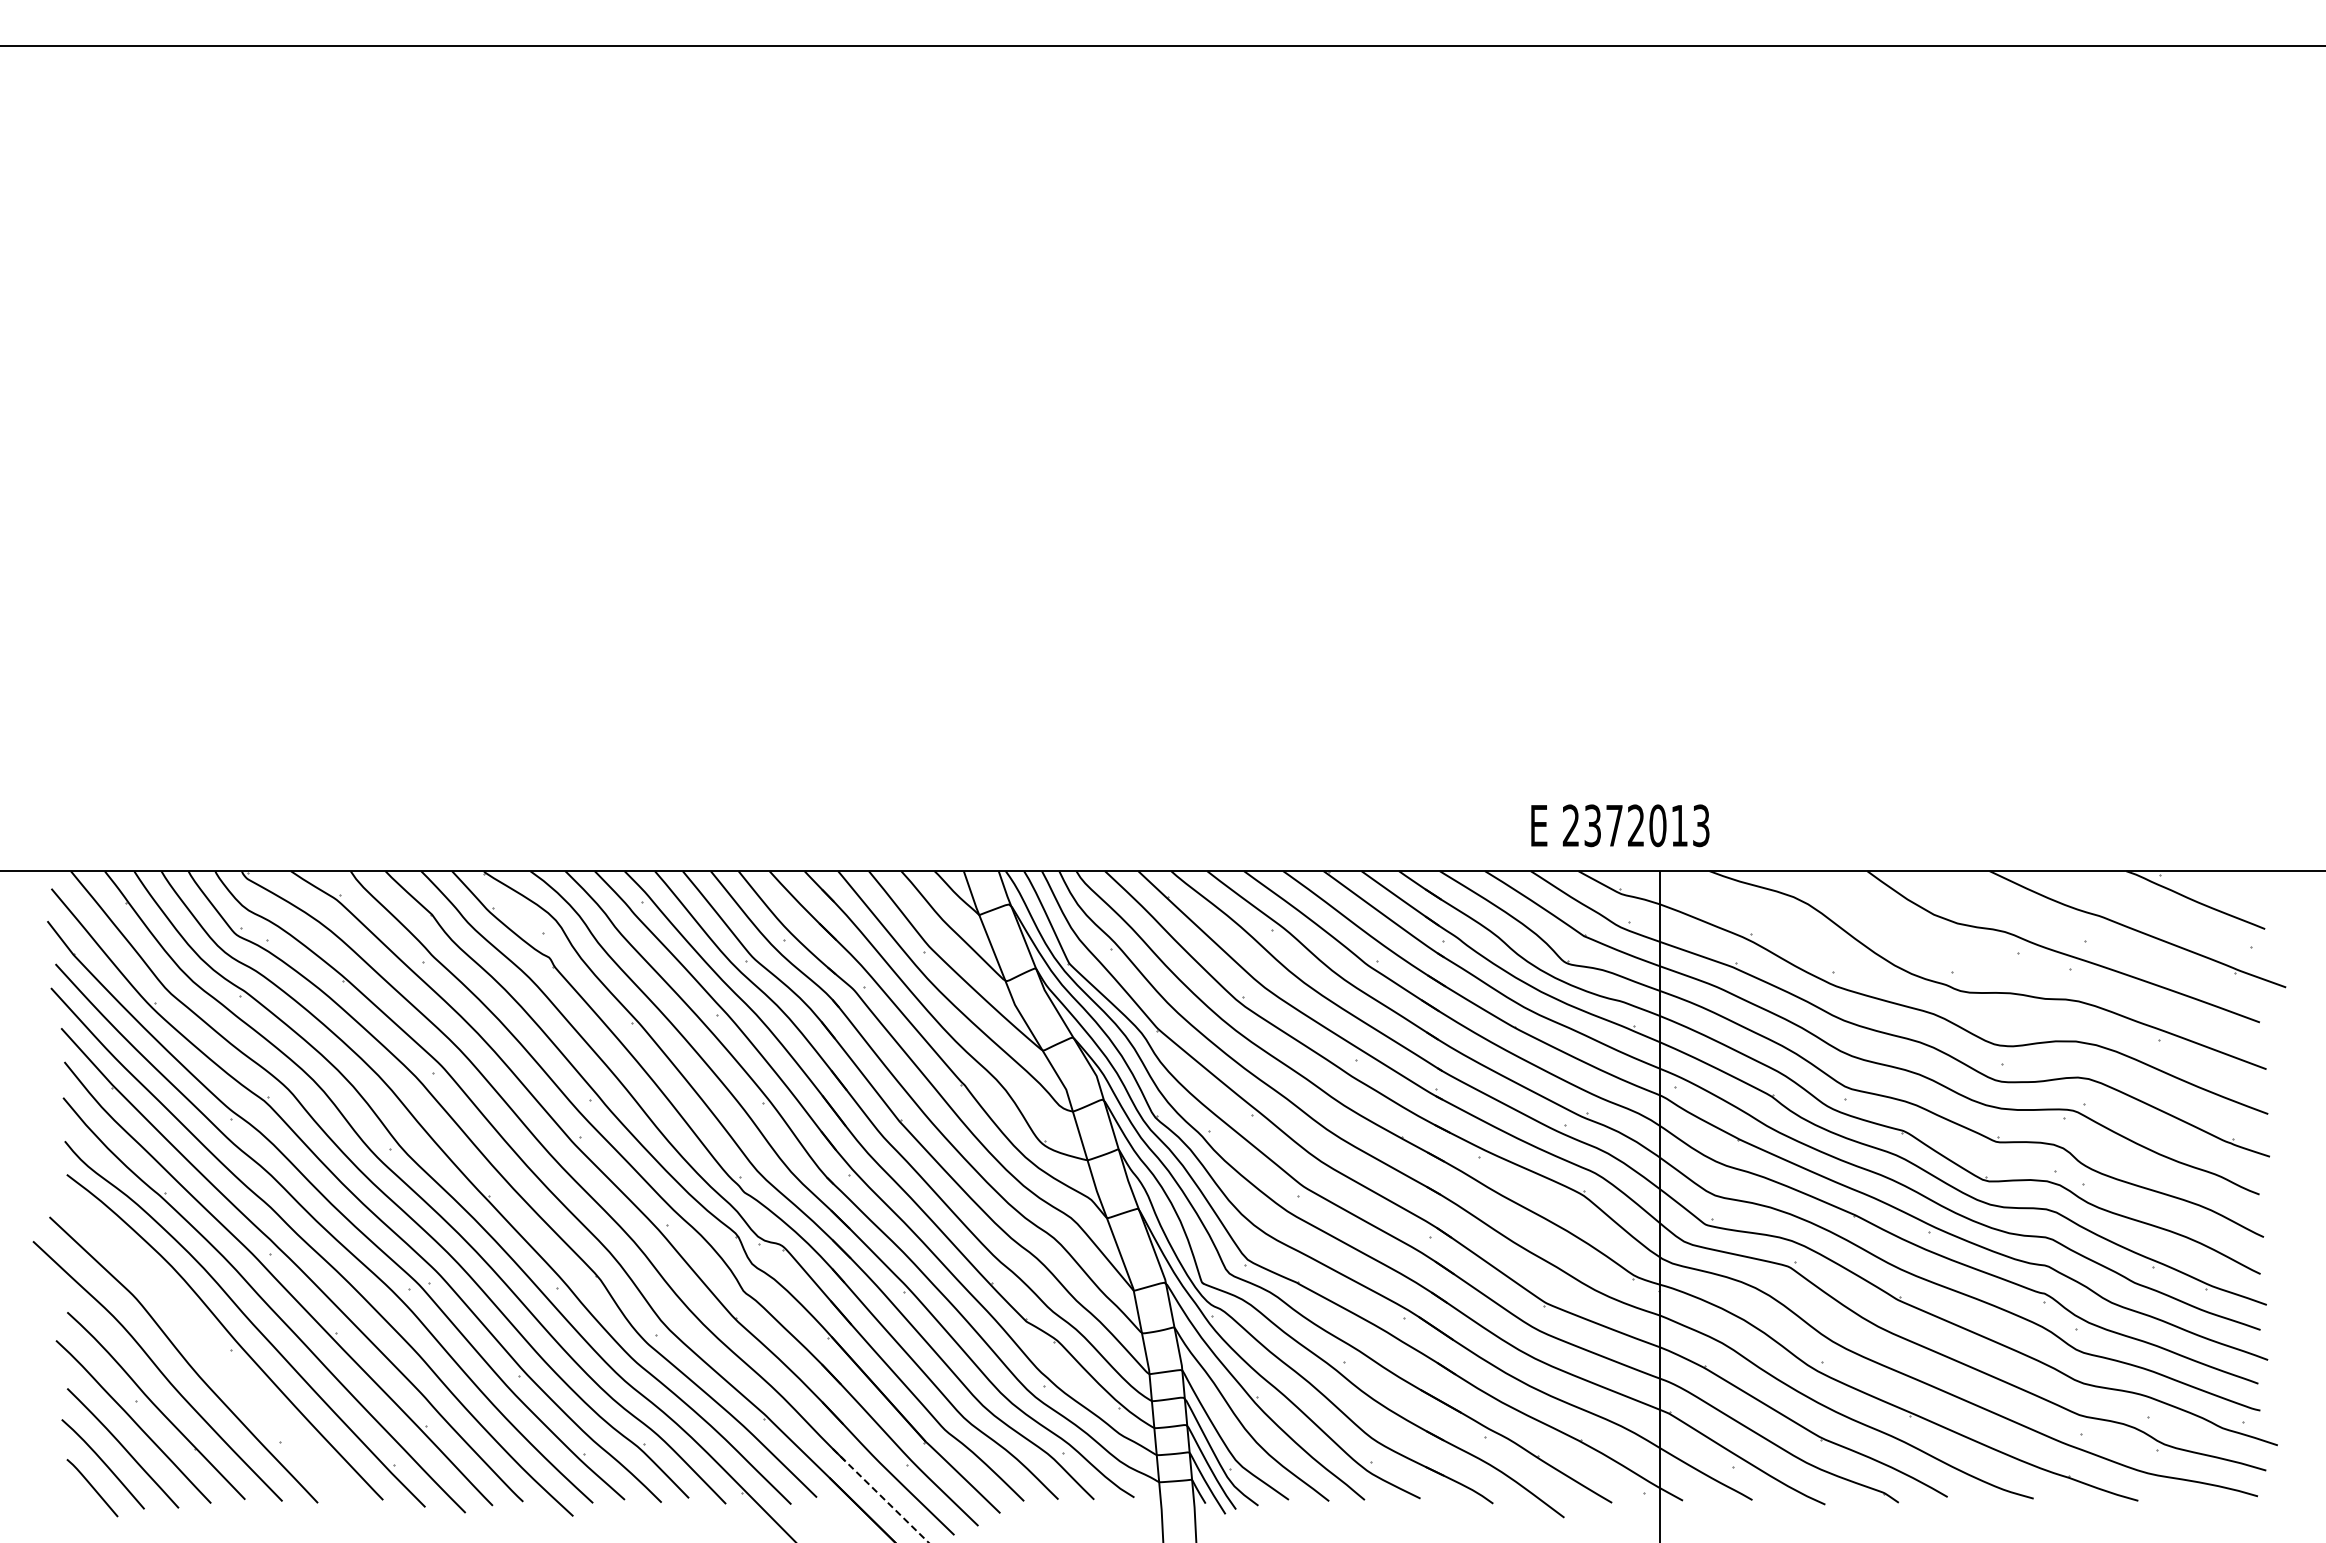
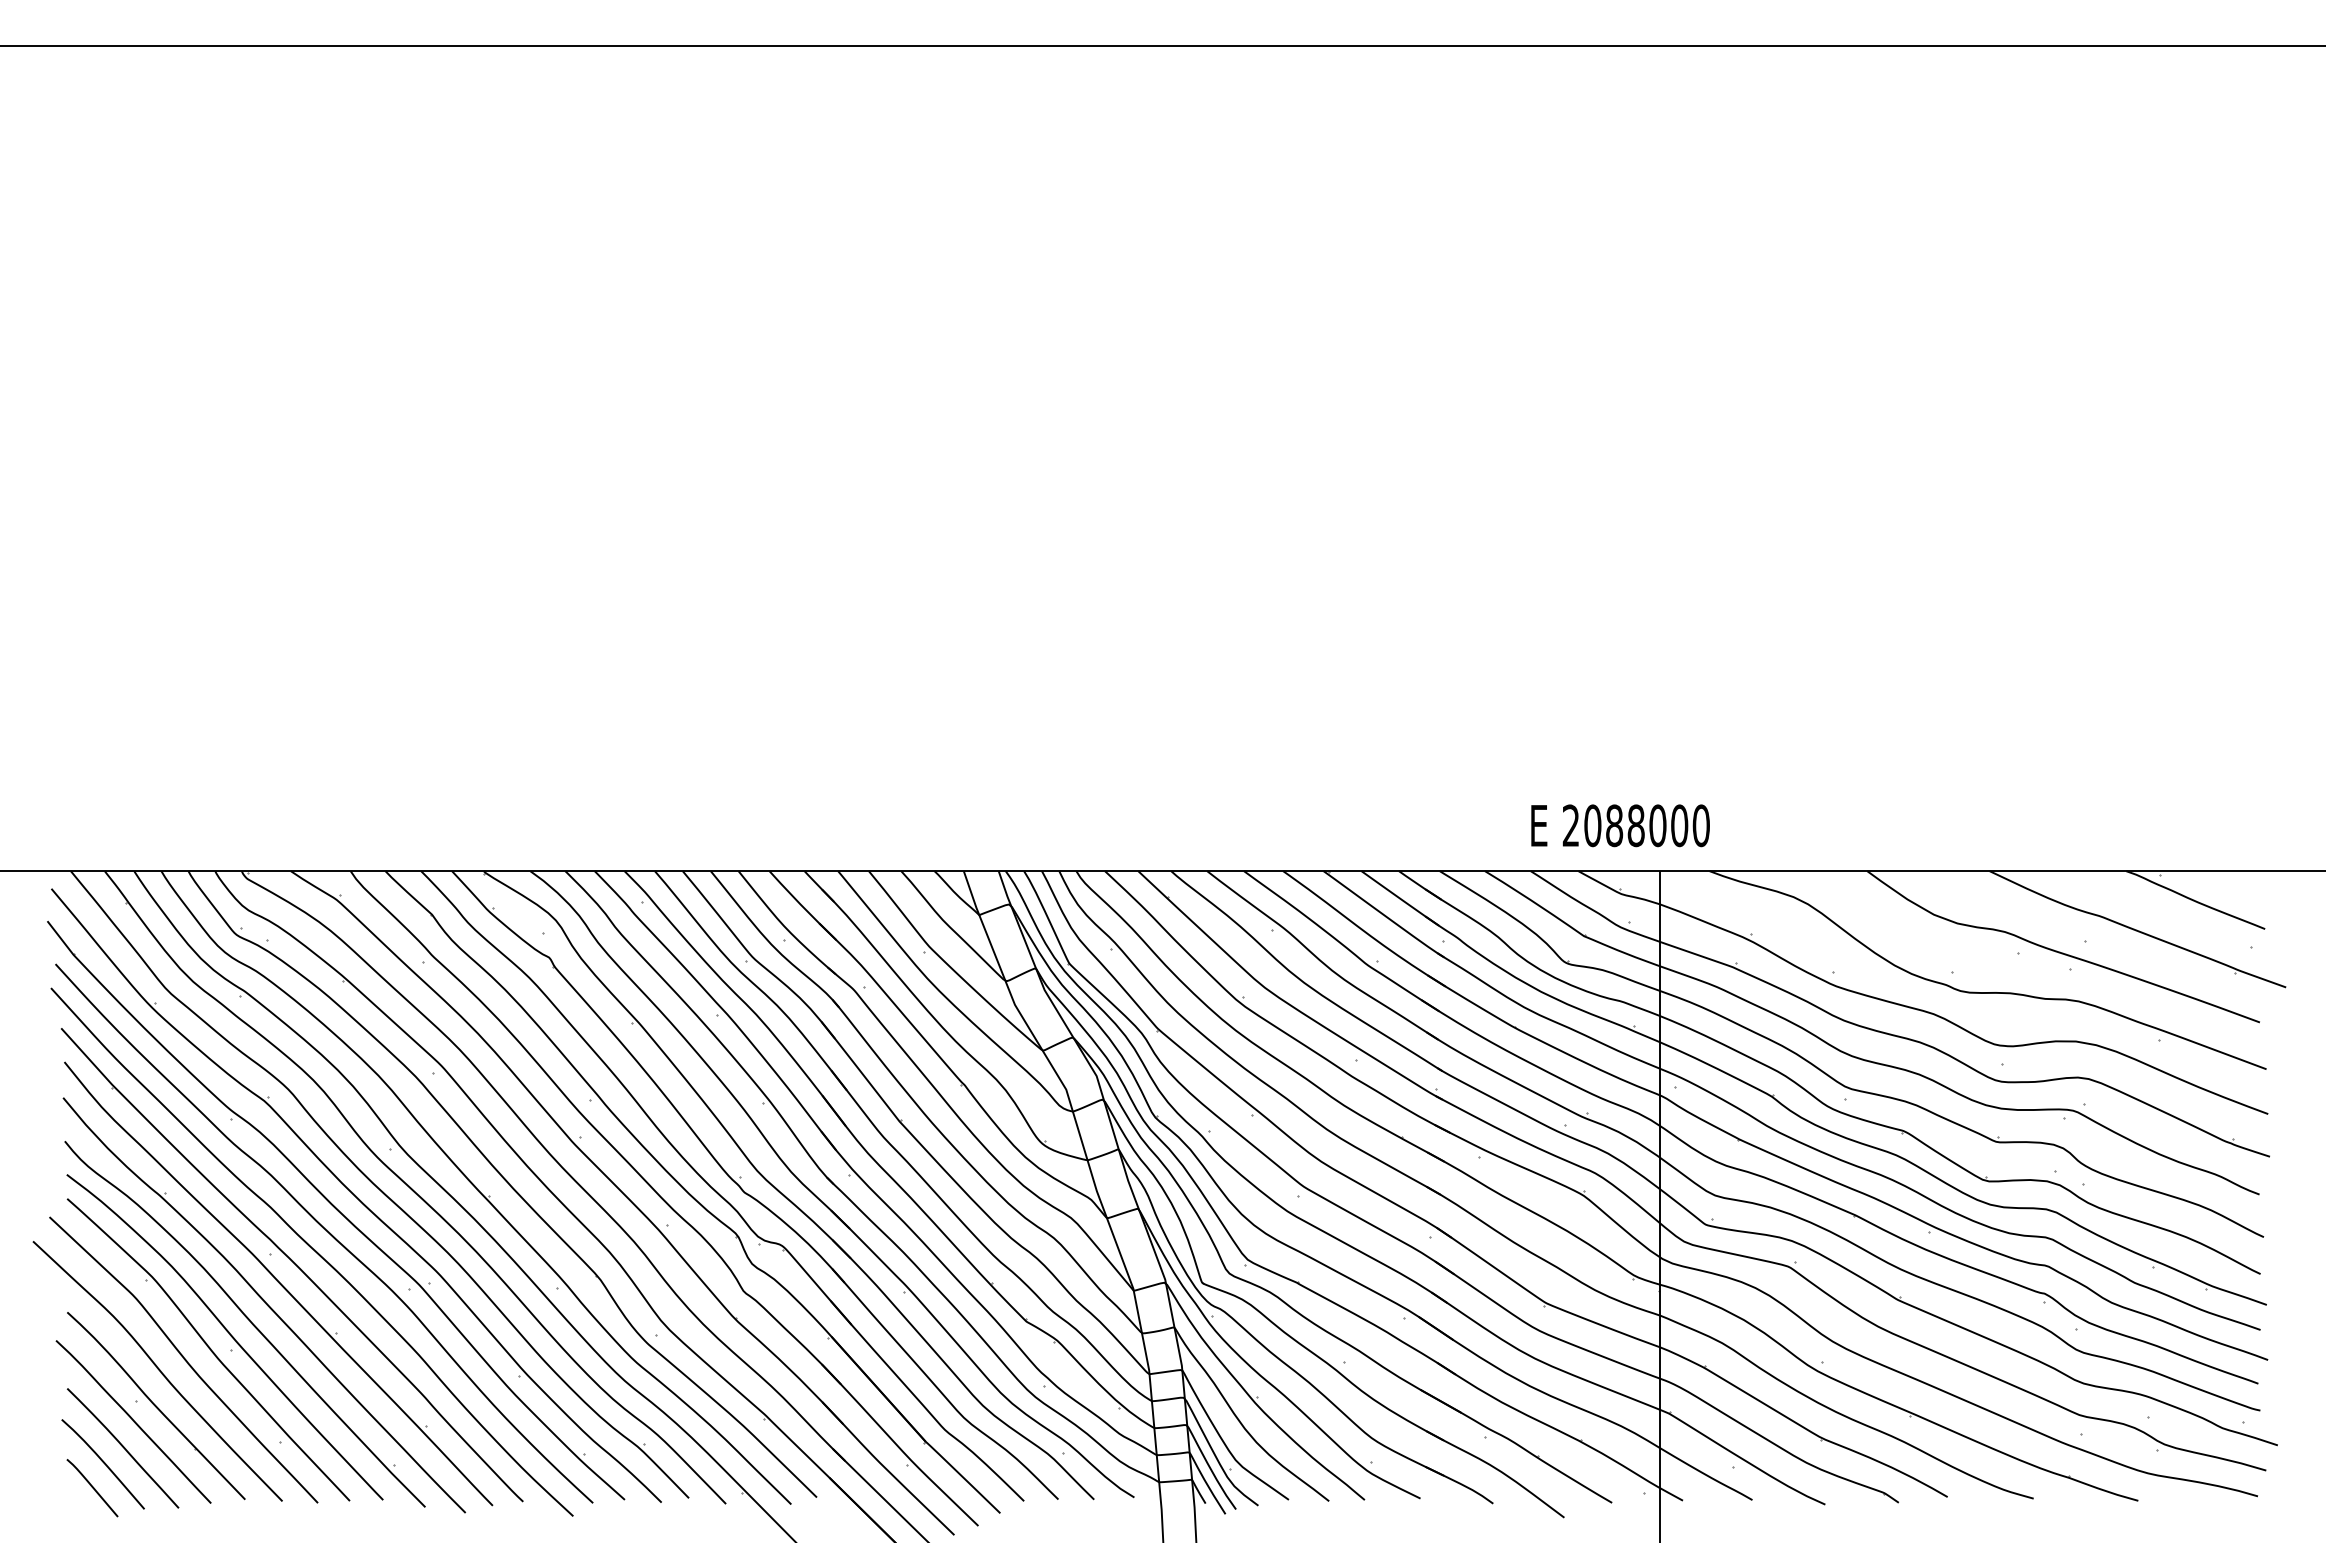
text at (1646, 825): 2372013 -> 2088000
part at (208, 1349): none -> present
line at (880, 1495): dashed -> solid
